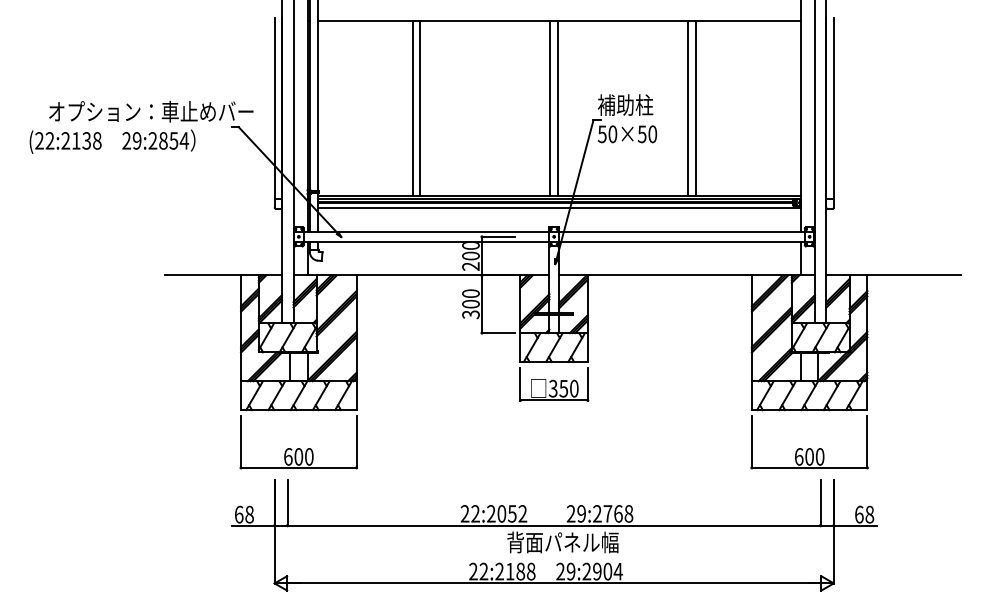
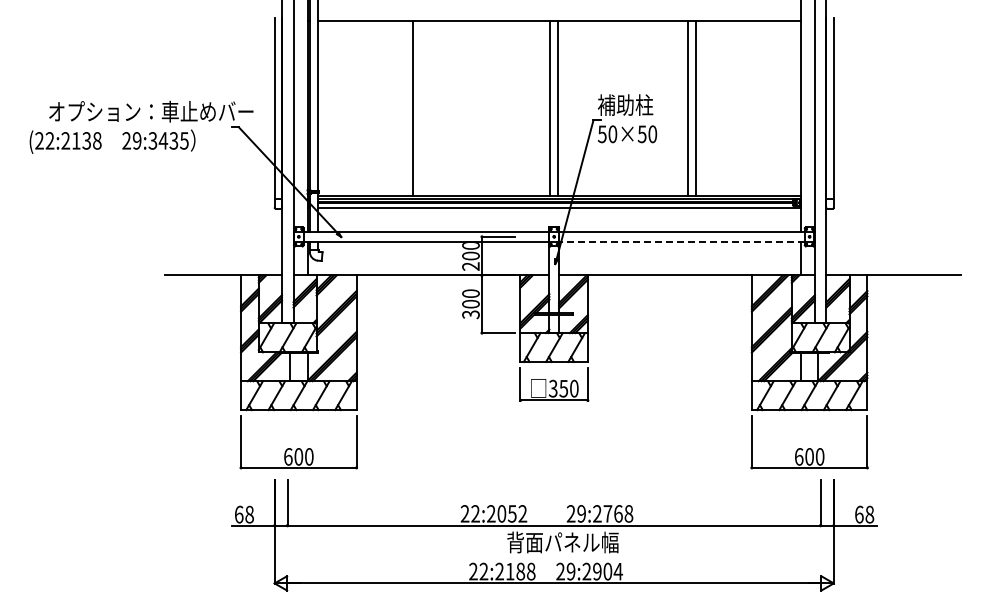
line at (420, 108): present -> none
text at (168, 140): 29:2854 -> 29:3435
line at (681, 241): solid -> dashed
